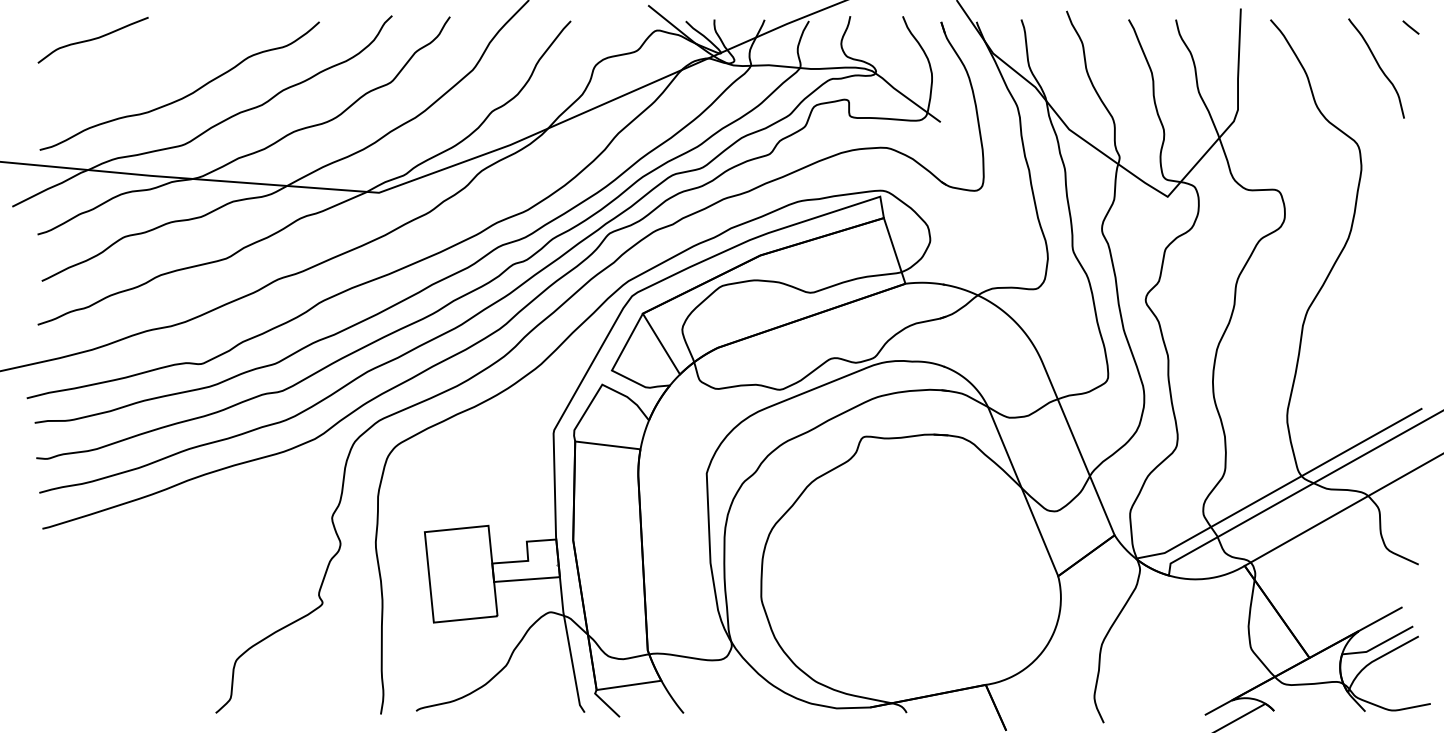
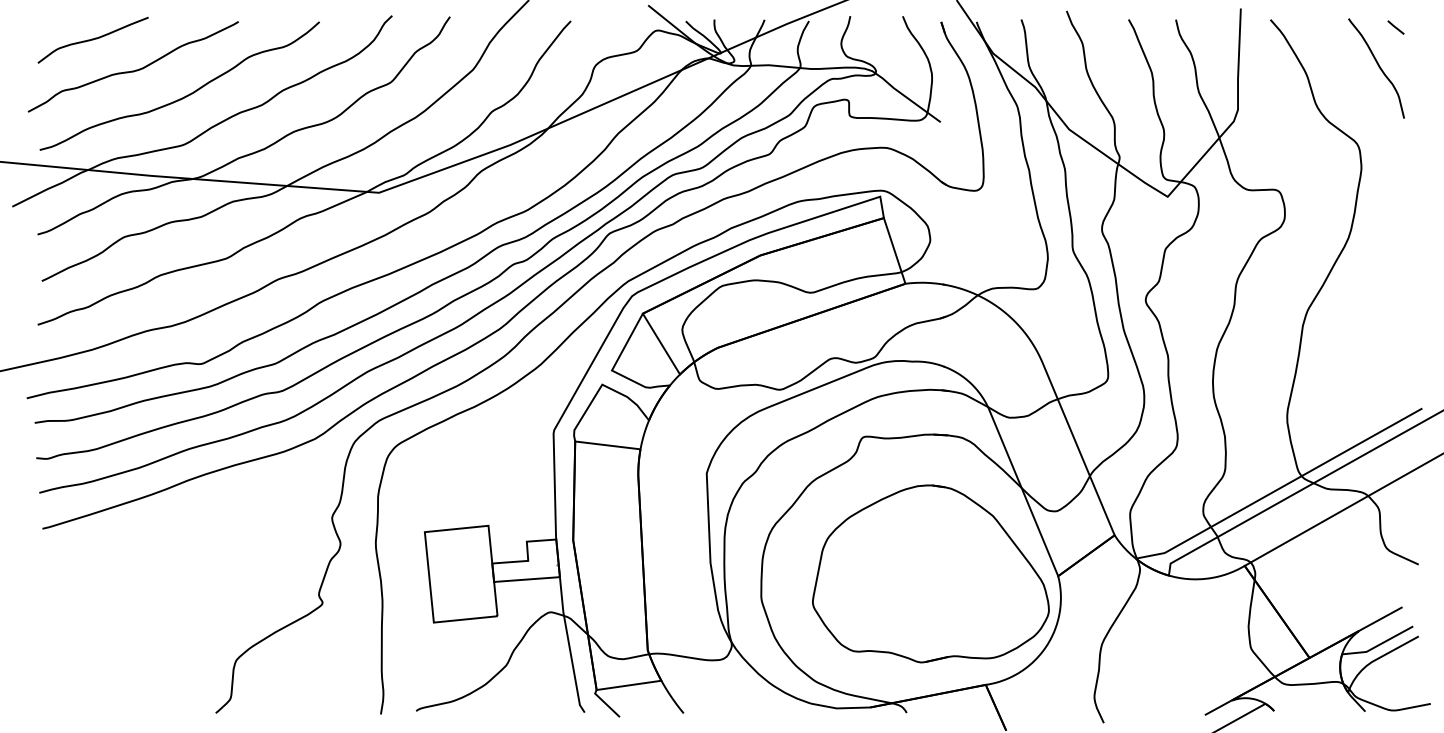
line at (1410, 27) position: (1410, 27) -> (1395, 27)
curve at (132, 70): none -> present
part at (930, 573): none -> present
